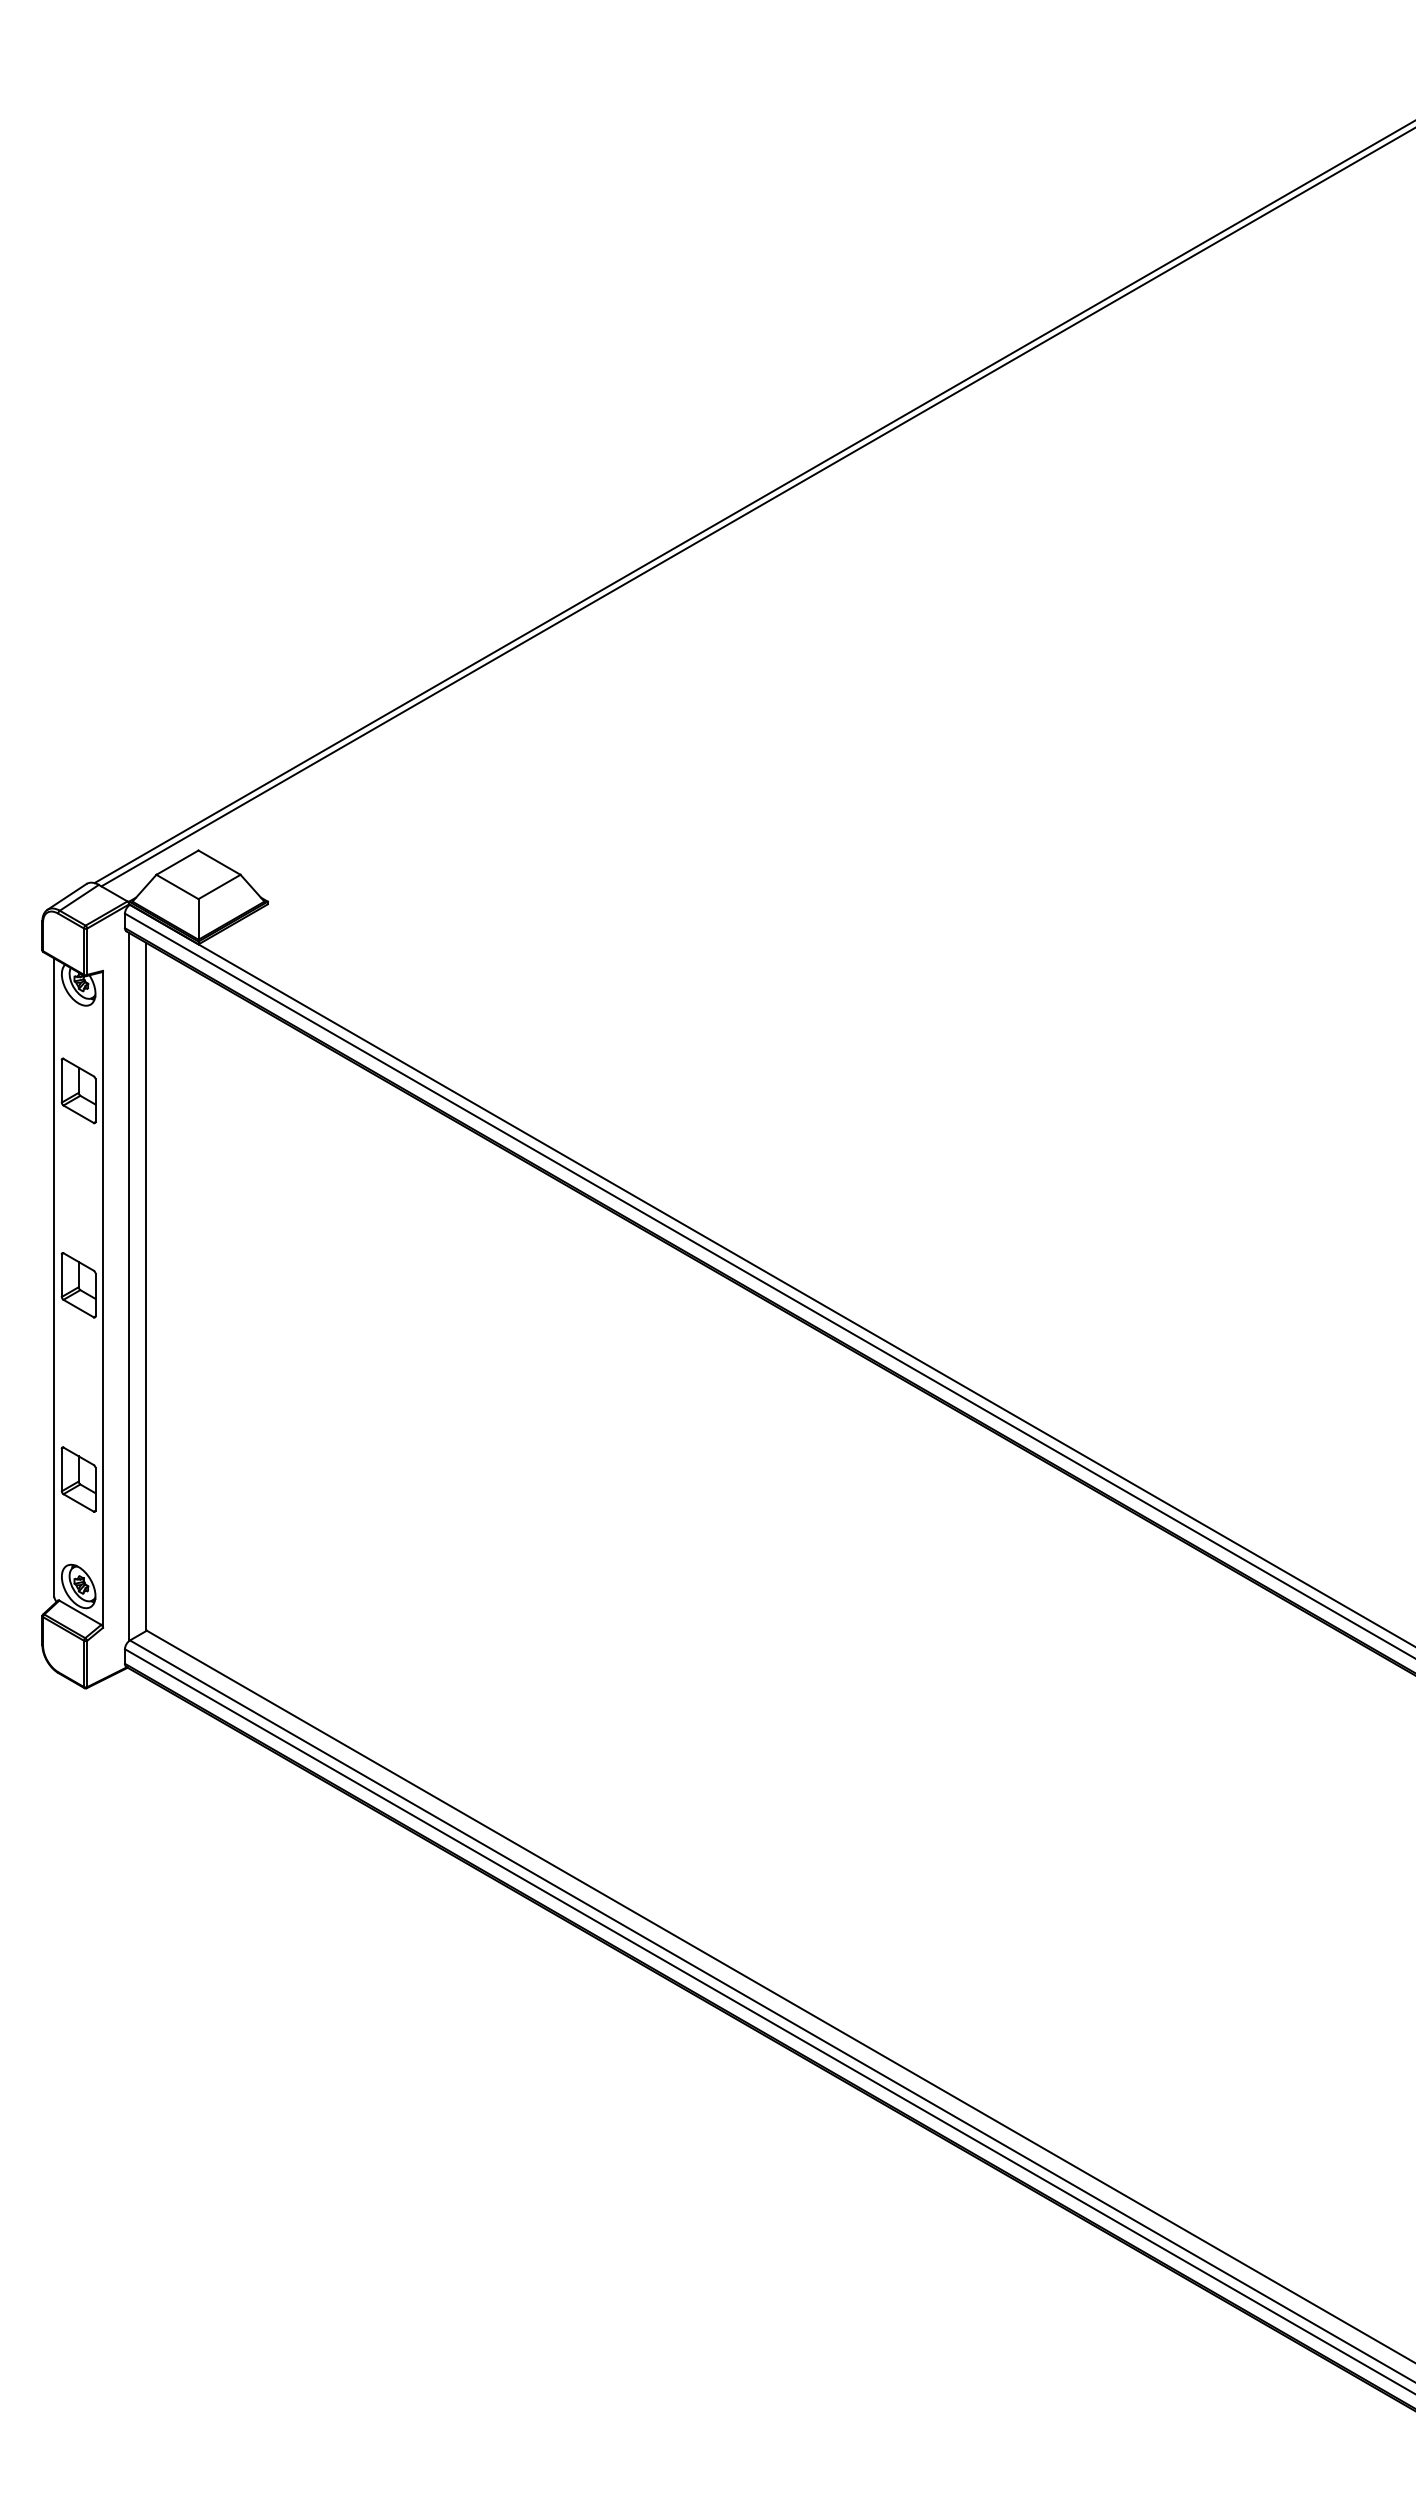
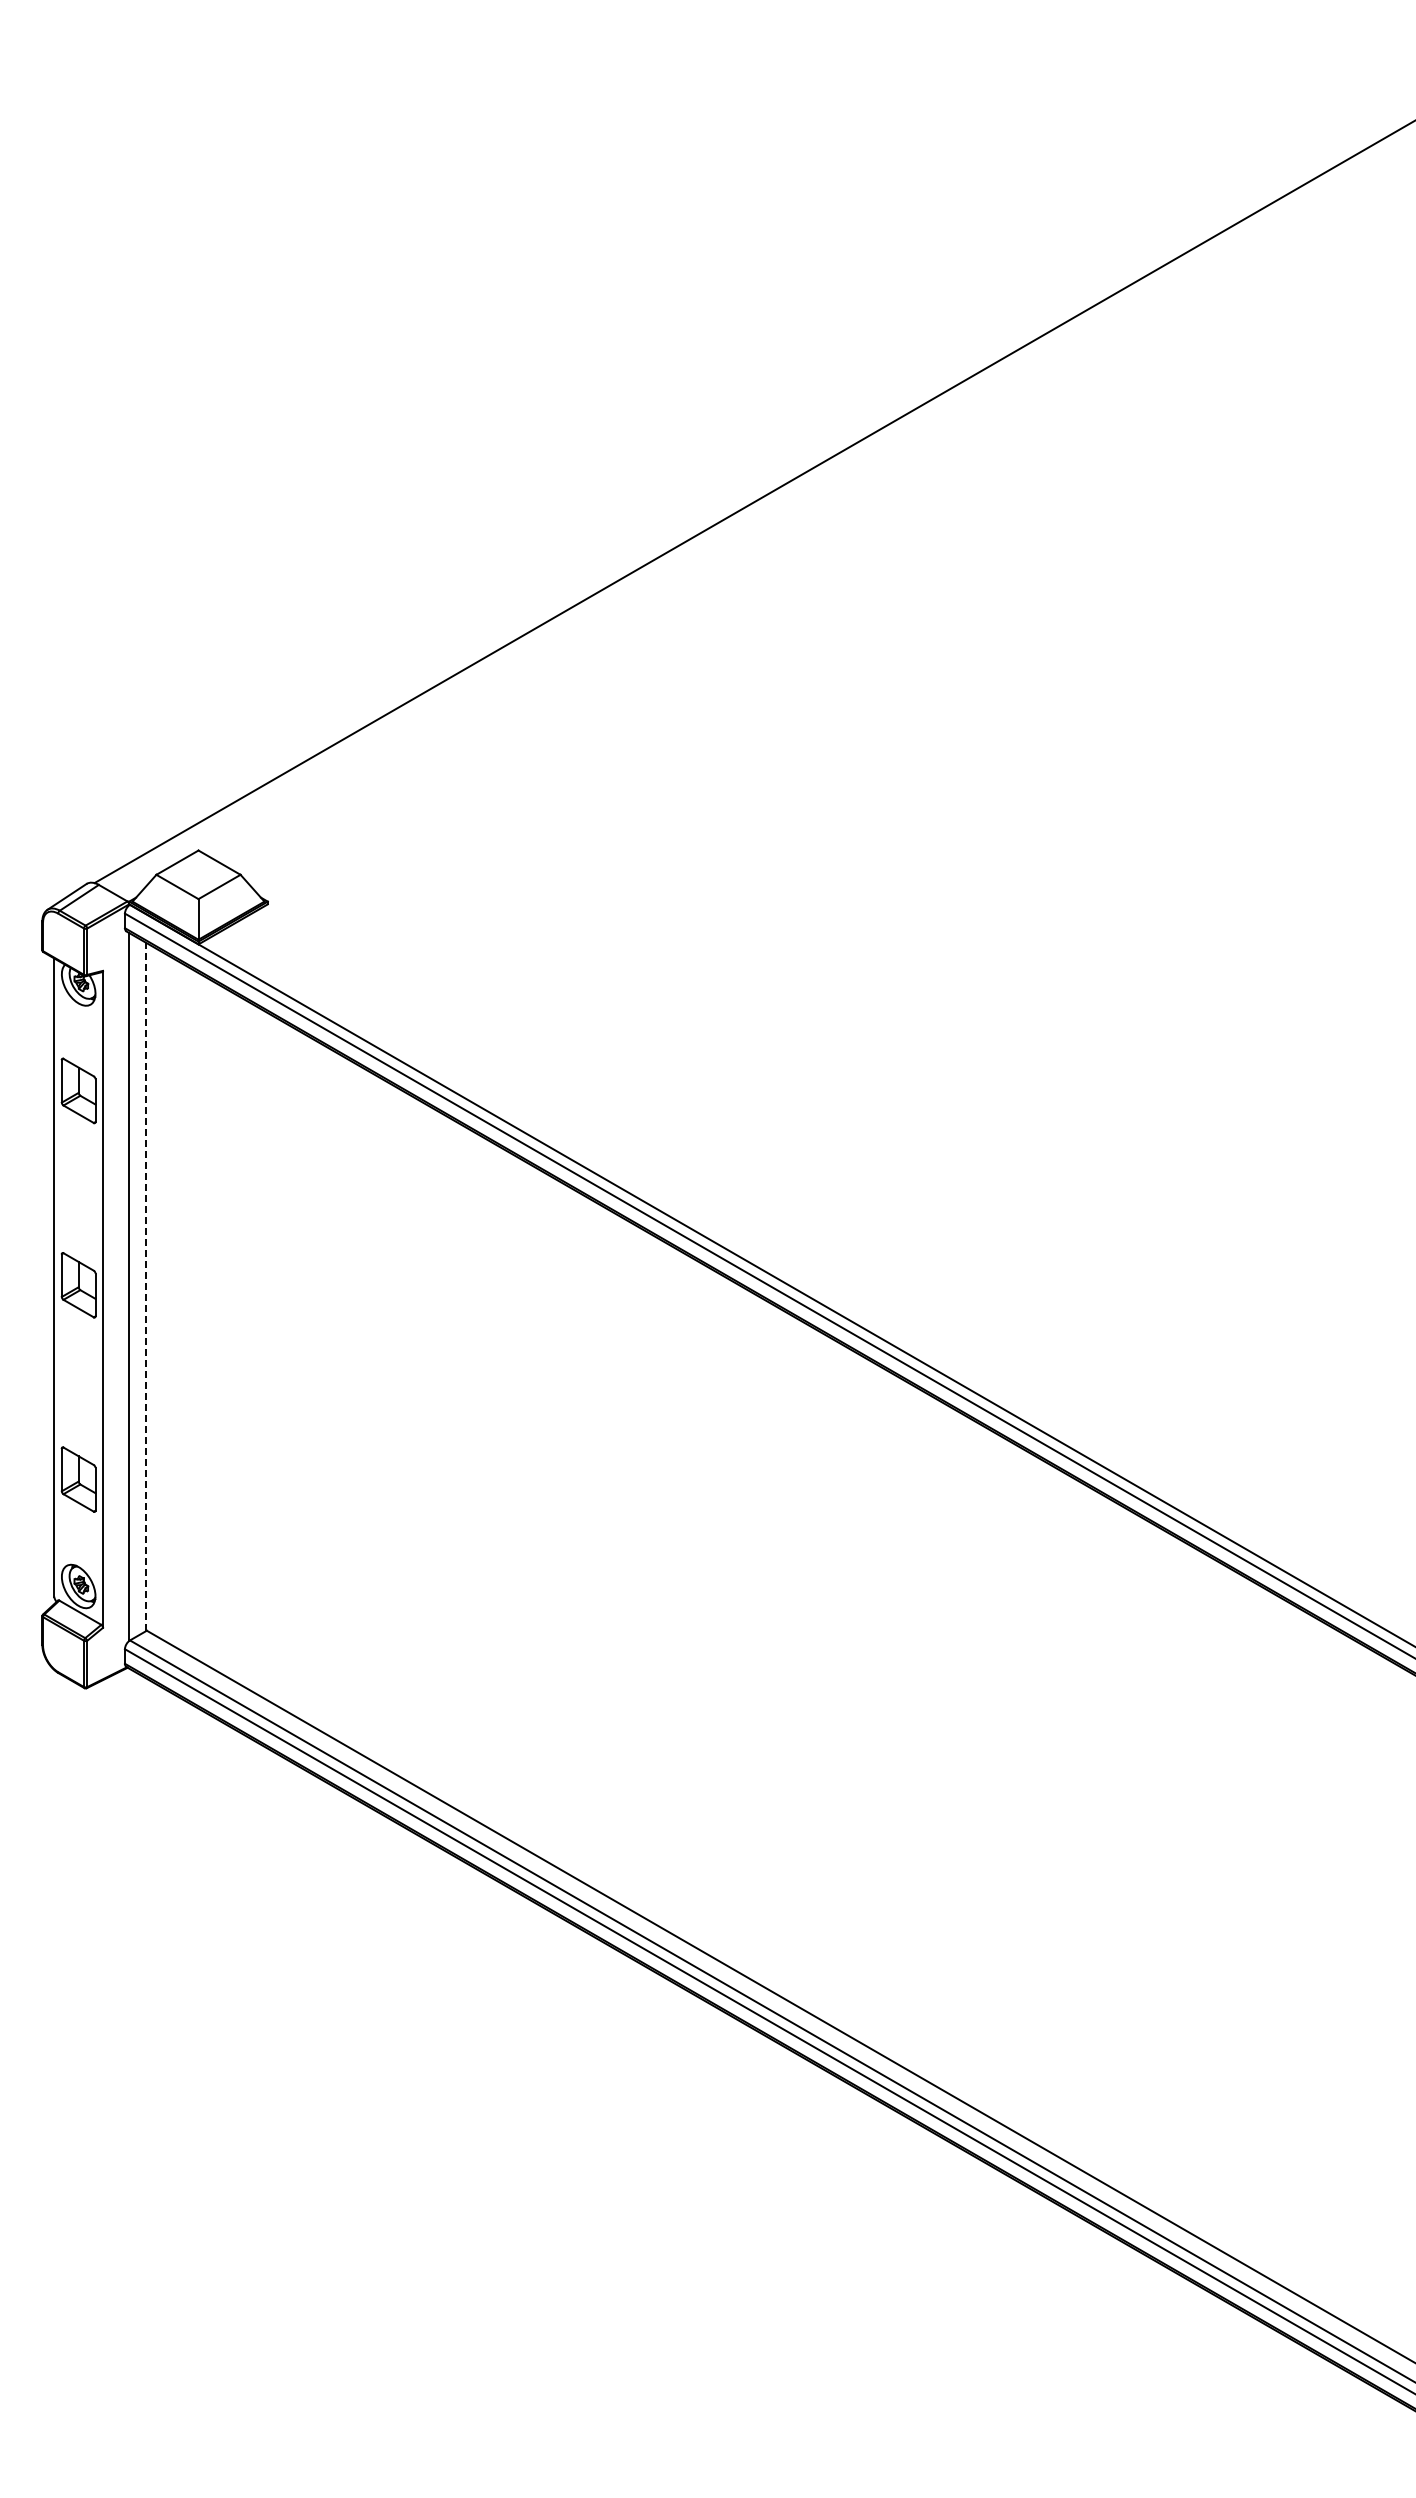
line at (756, 507): present -> none
line at (146, 1286): solid -> dashed
